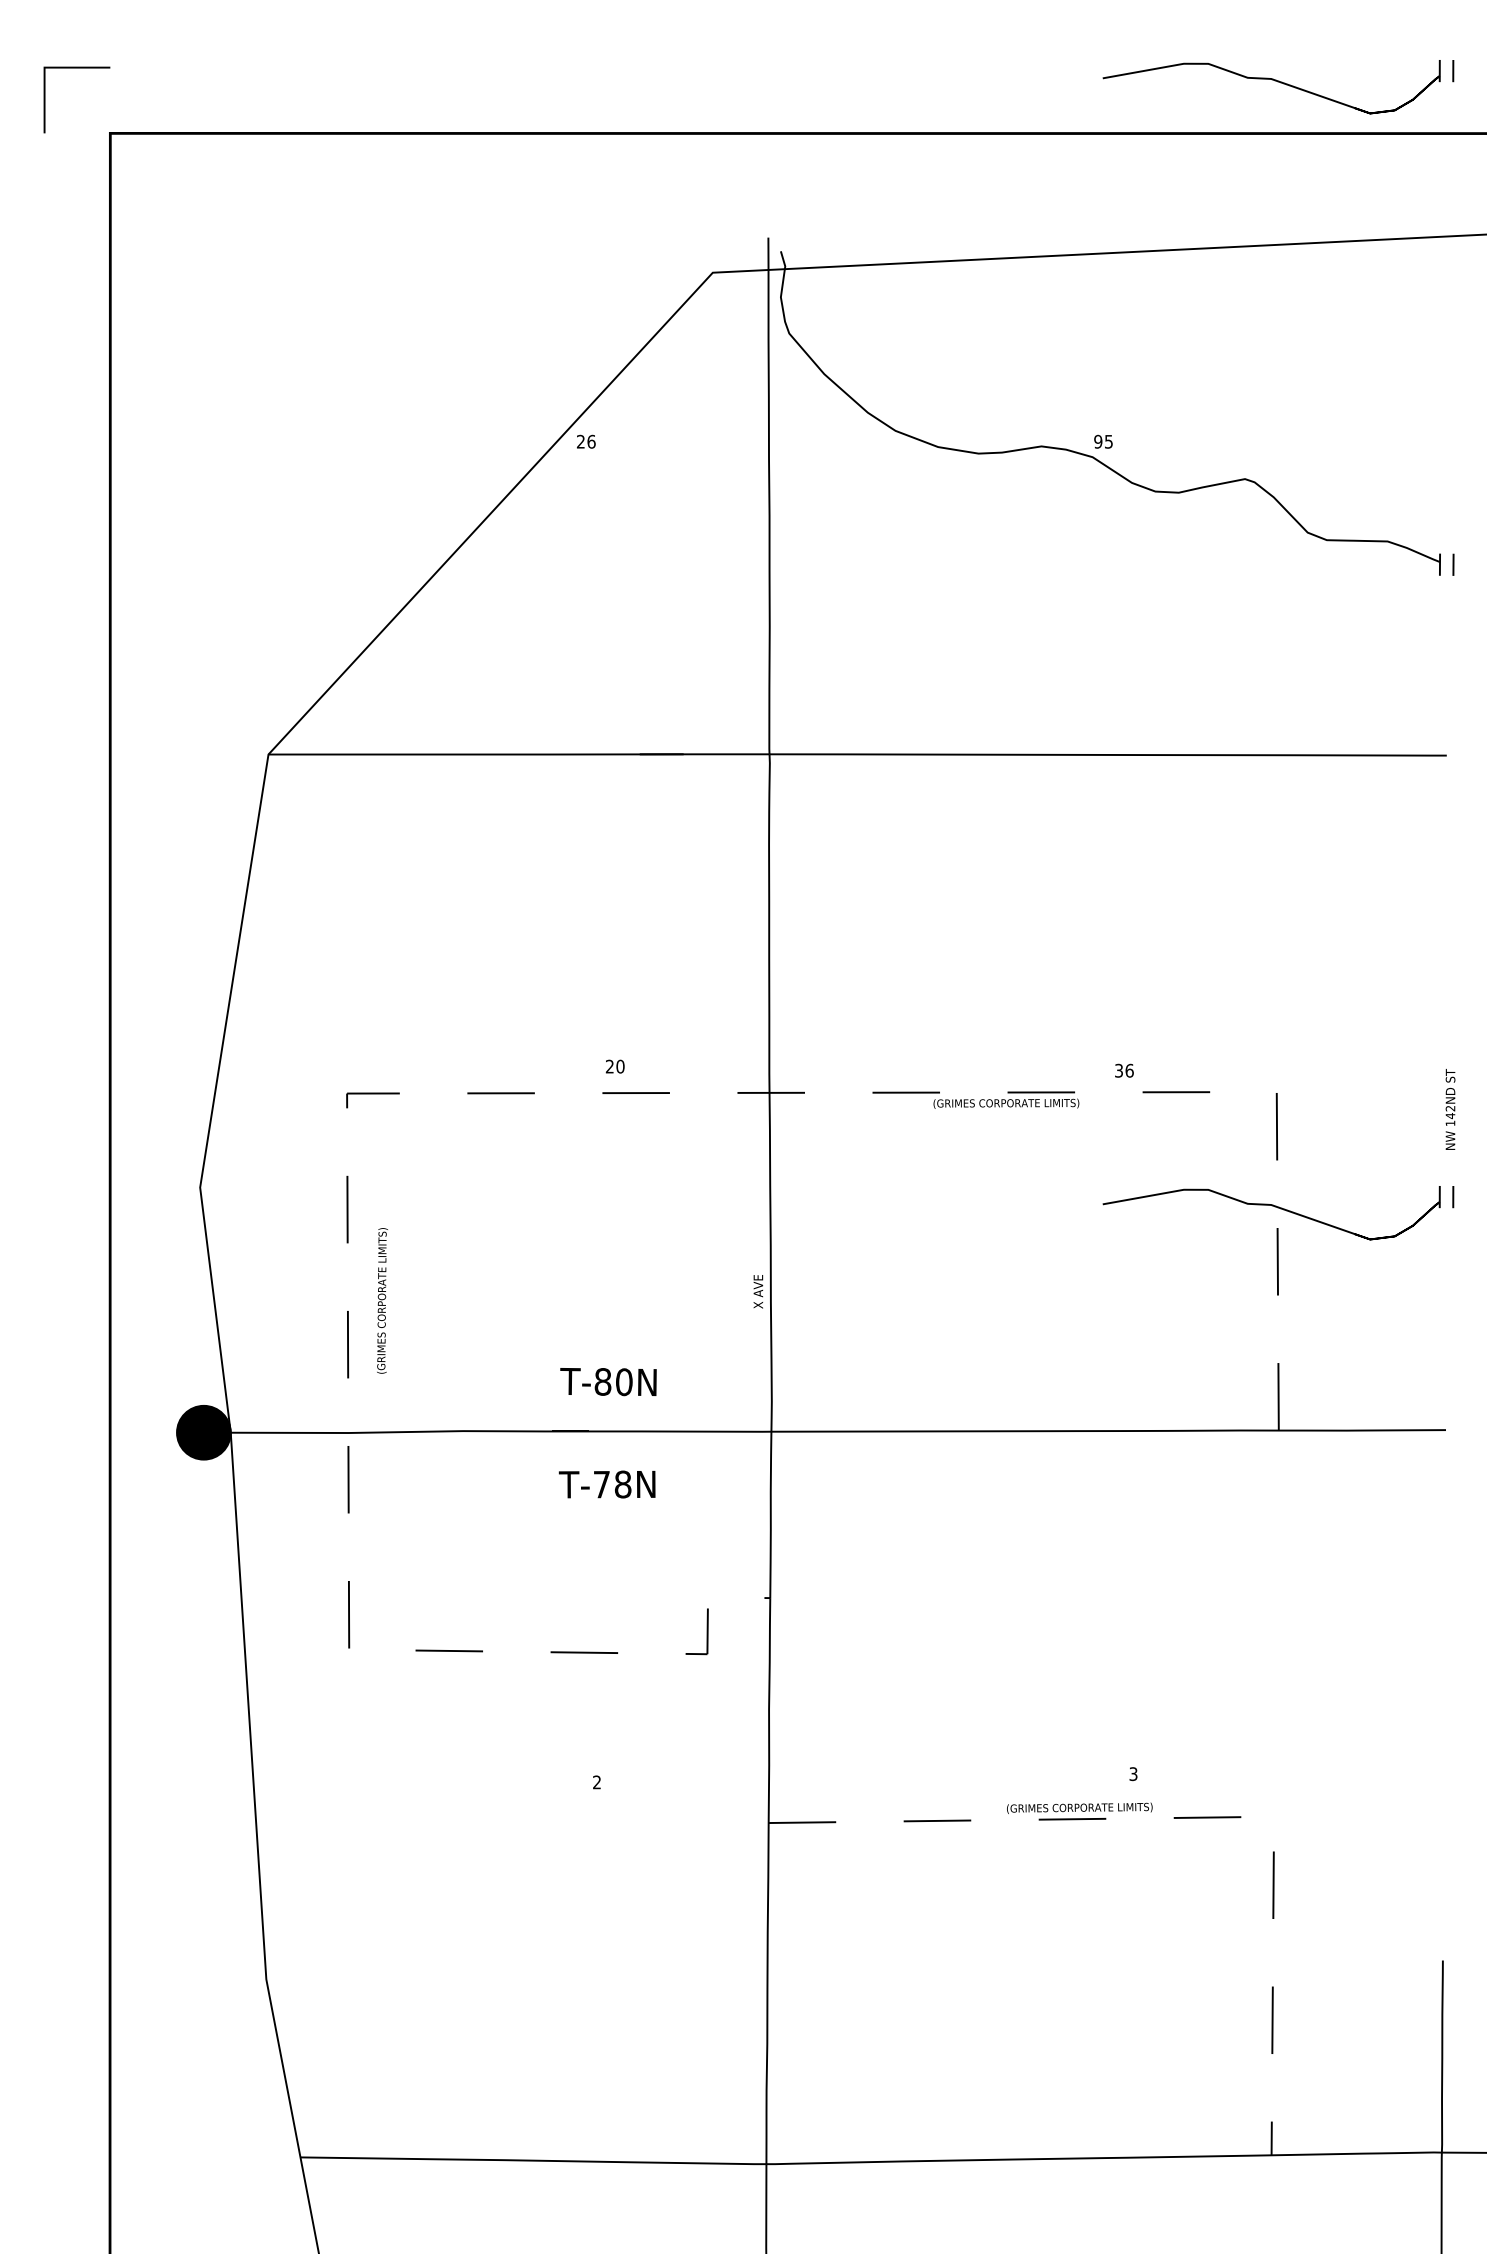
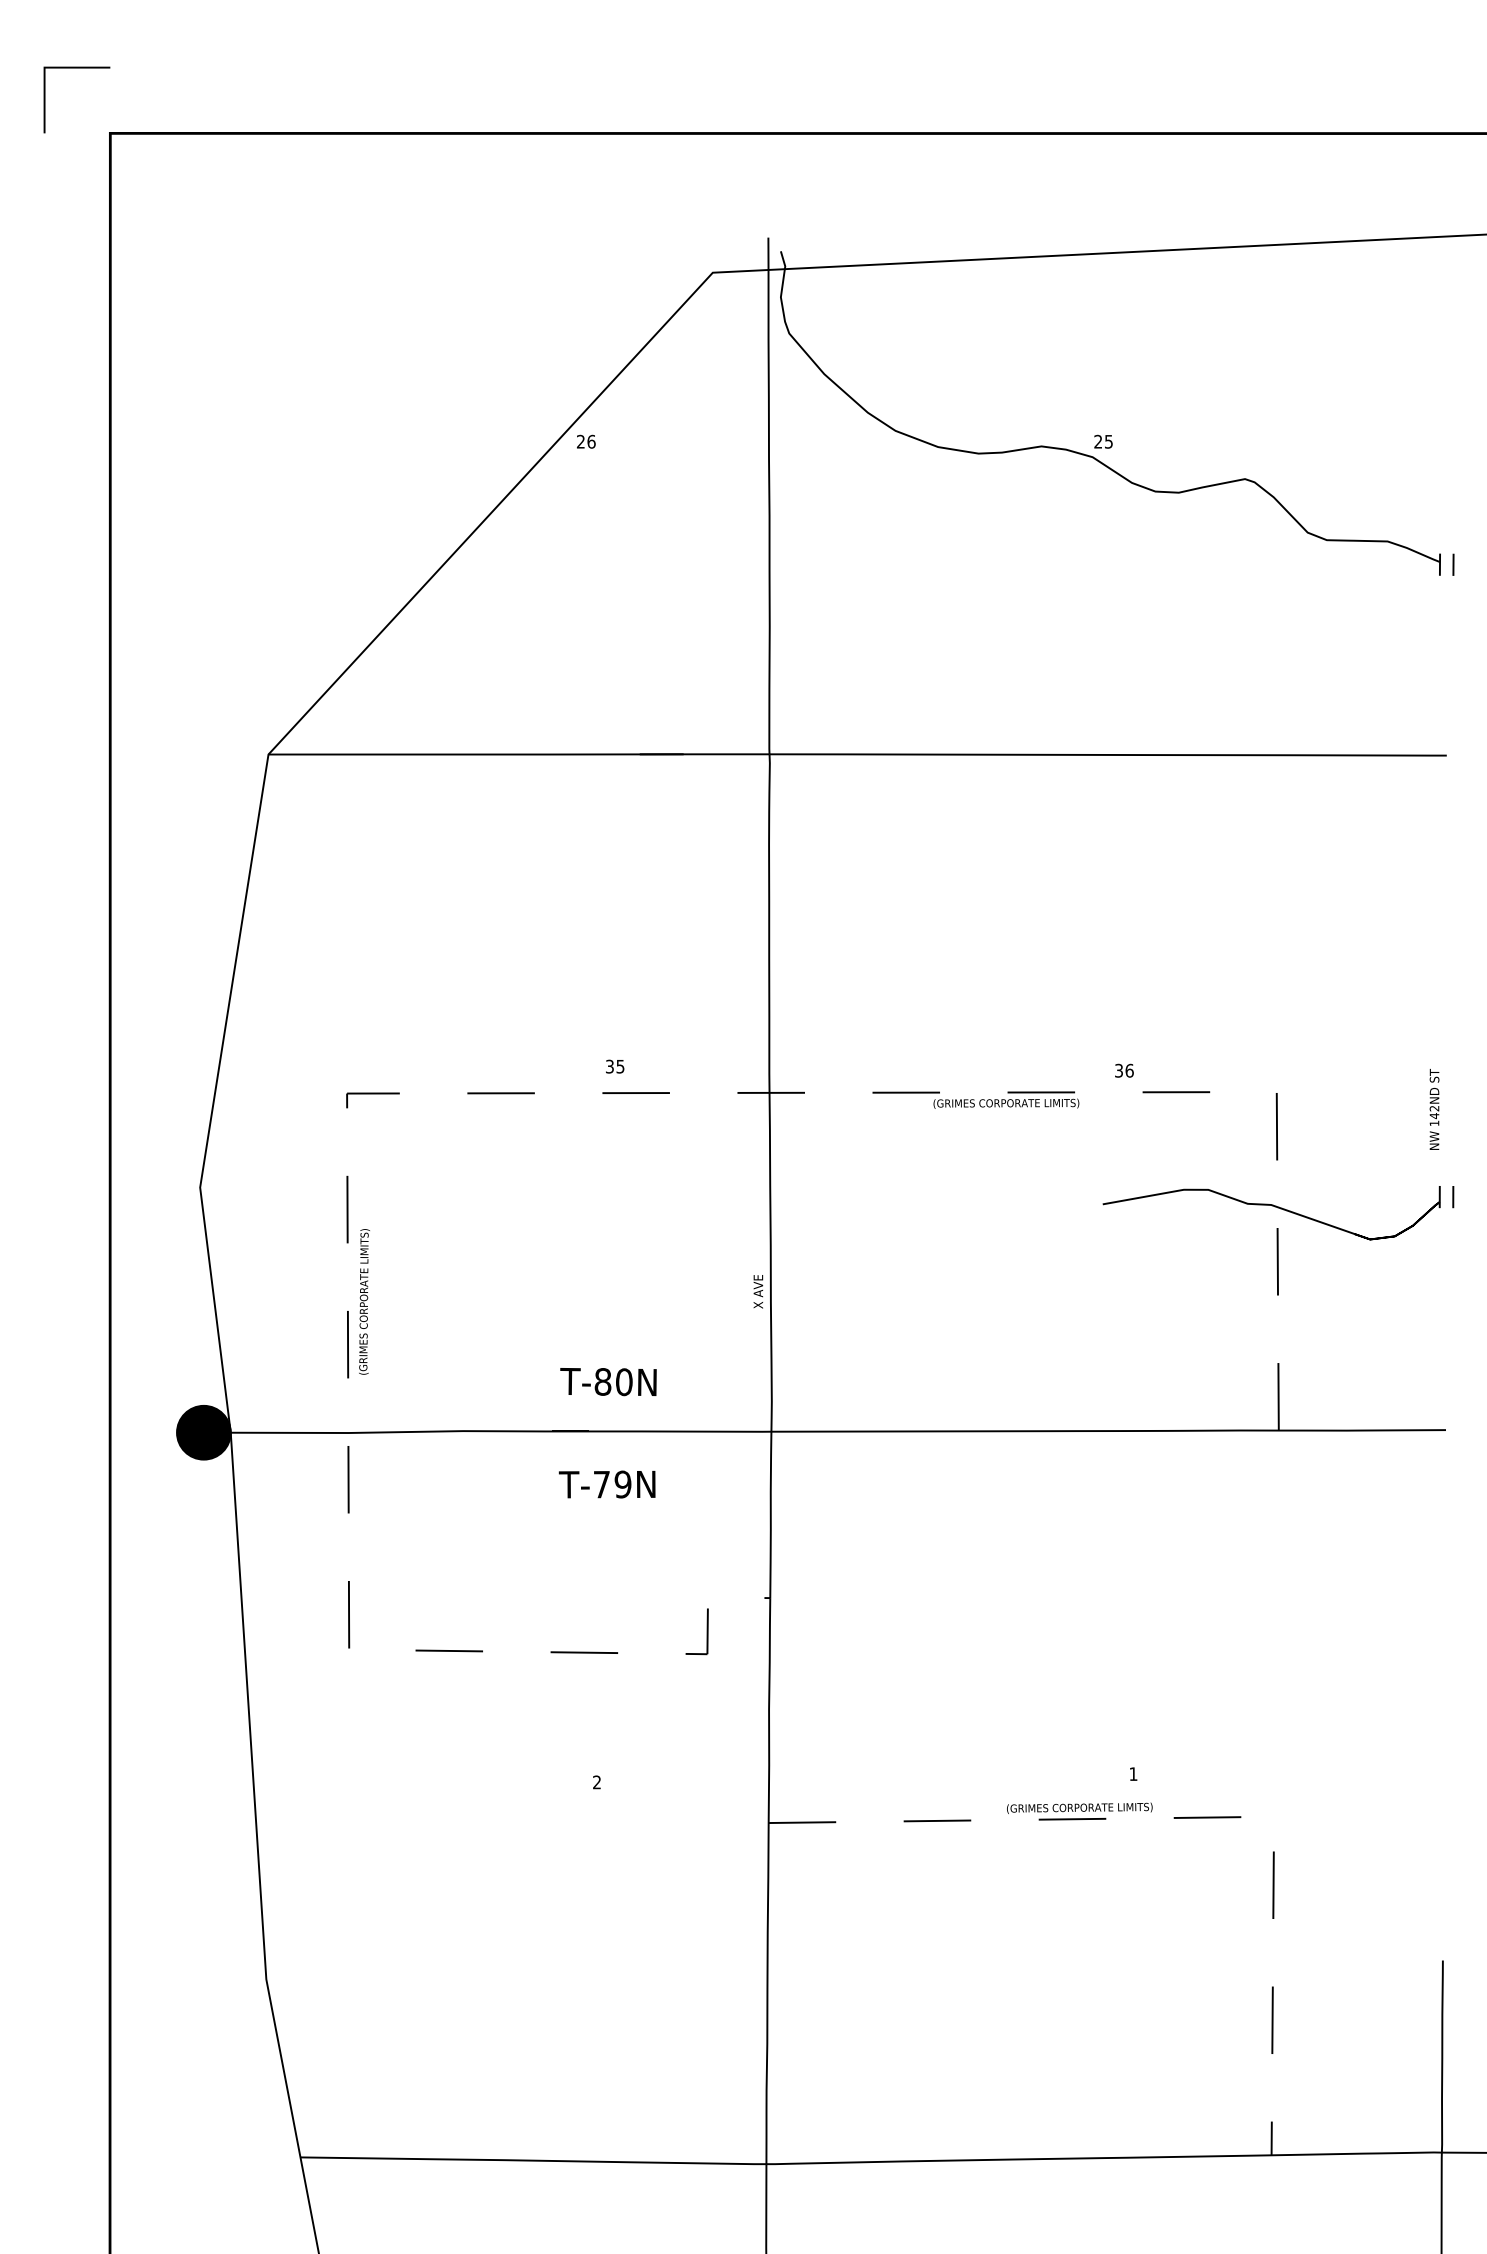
part at (1278, 87): present -> none
text at (1098, 441): 95 -> 25
text at (615, 1066): 20 -> 35
text at (1450, 1109) position: (1450, 1109) -> (1434, 1109)
text at (382, 1300) position: (382, 1300) -> (364, 1301)
text at (622, 1484): T-78N -> T-79N
text at (1133, 1774): 3 -> 1
